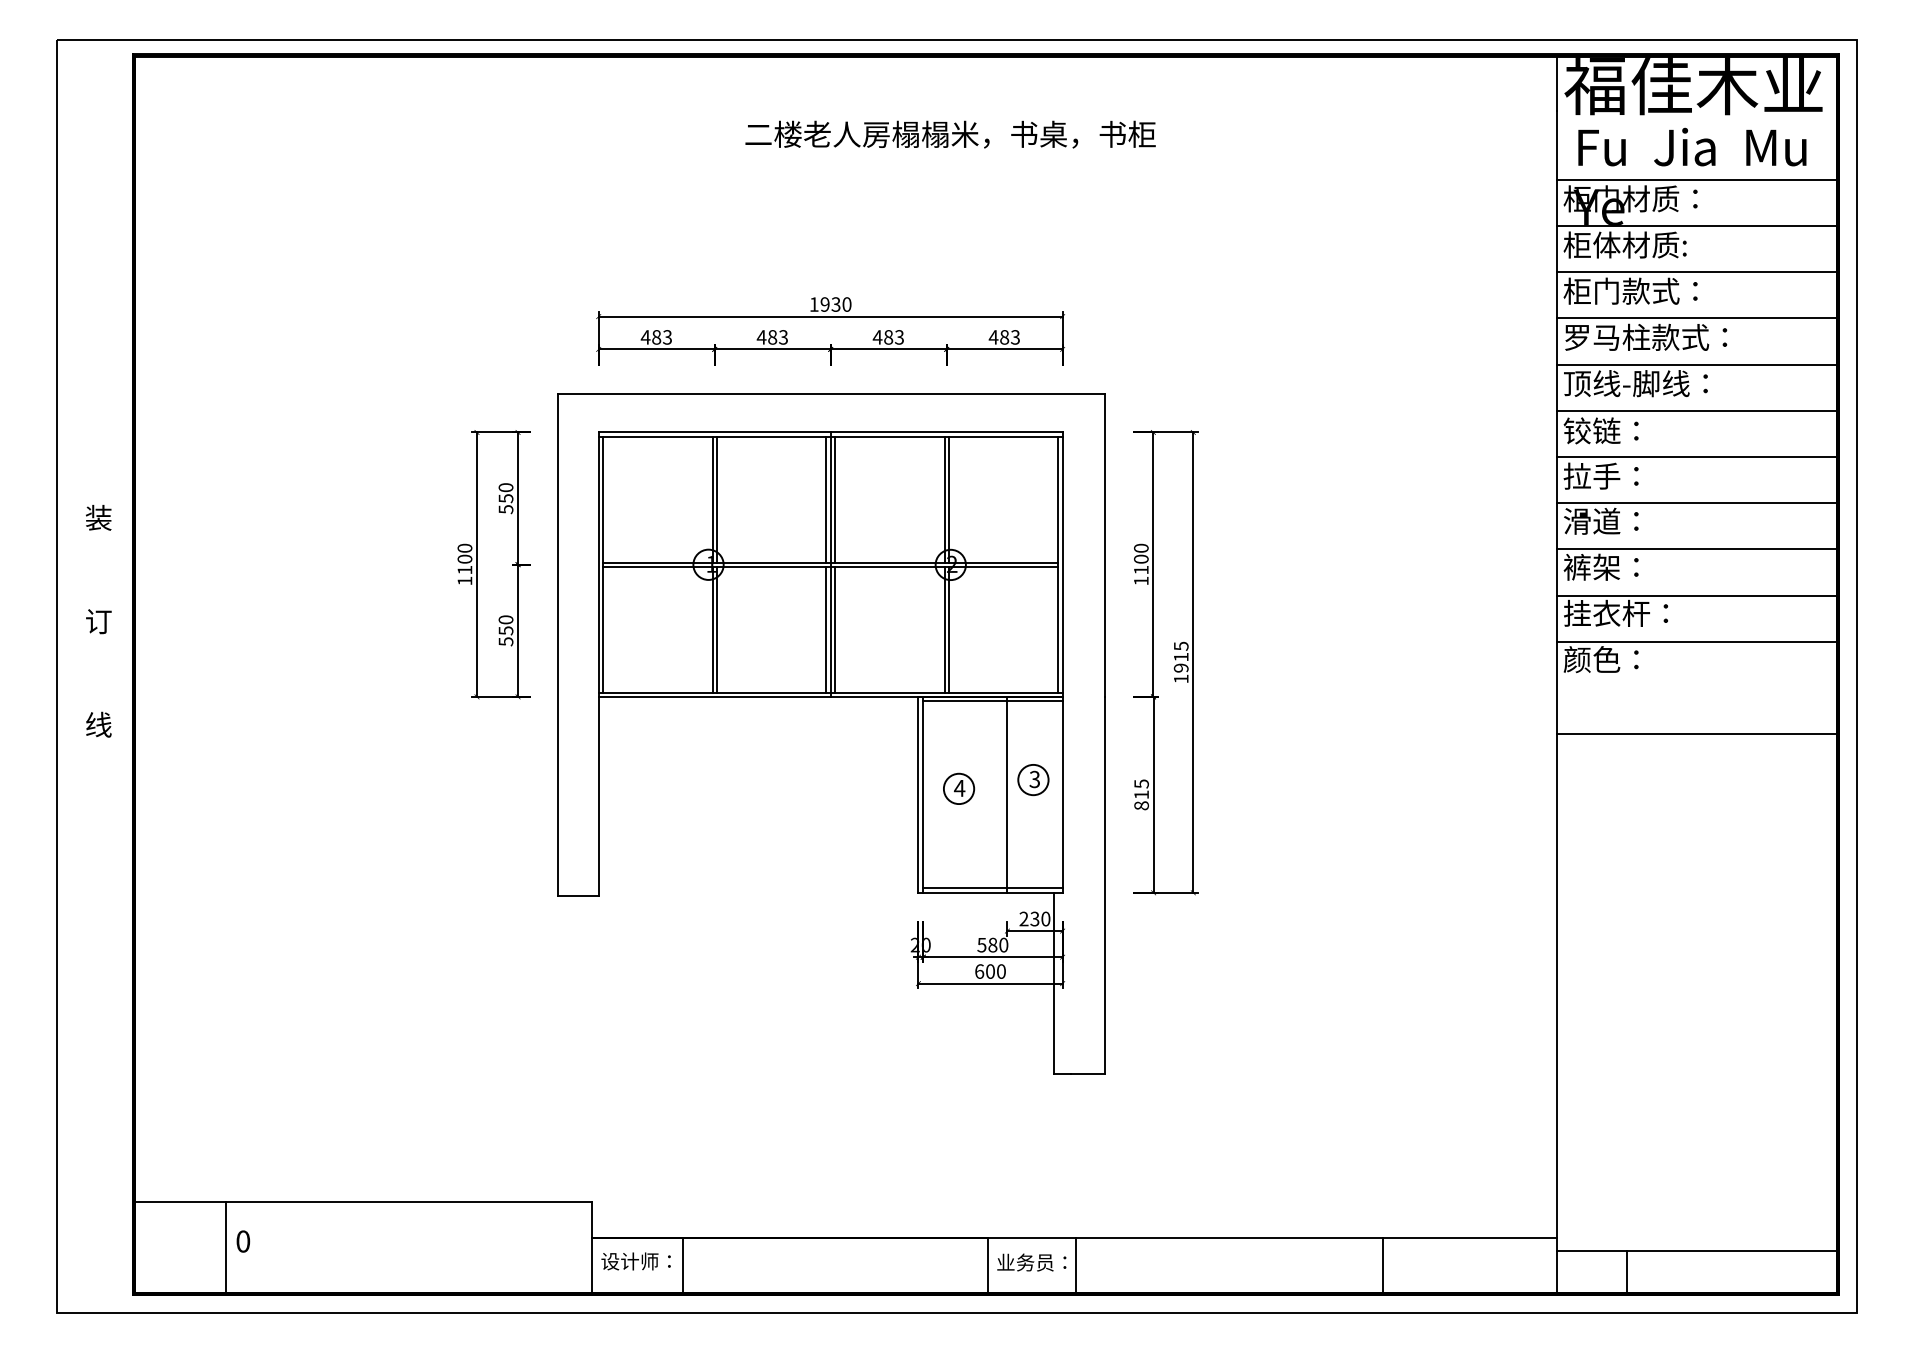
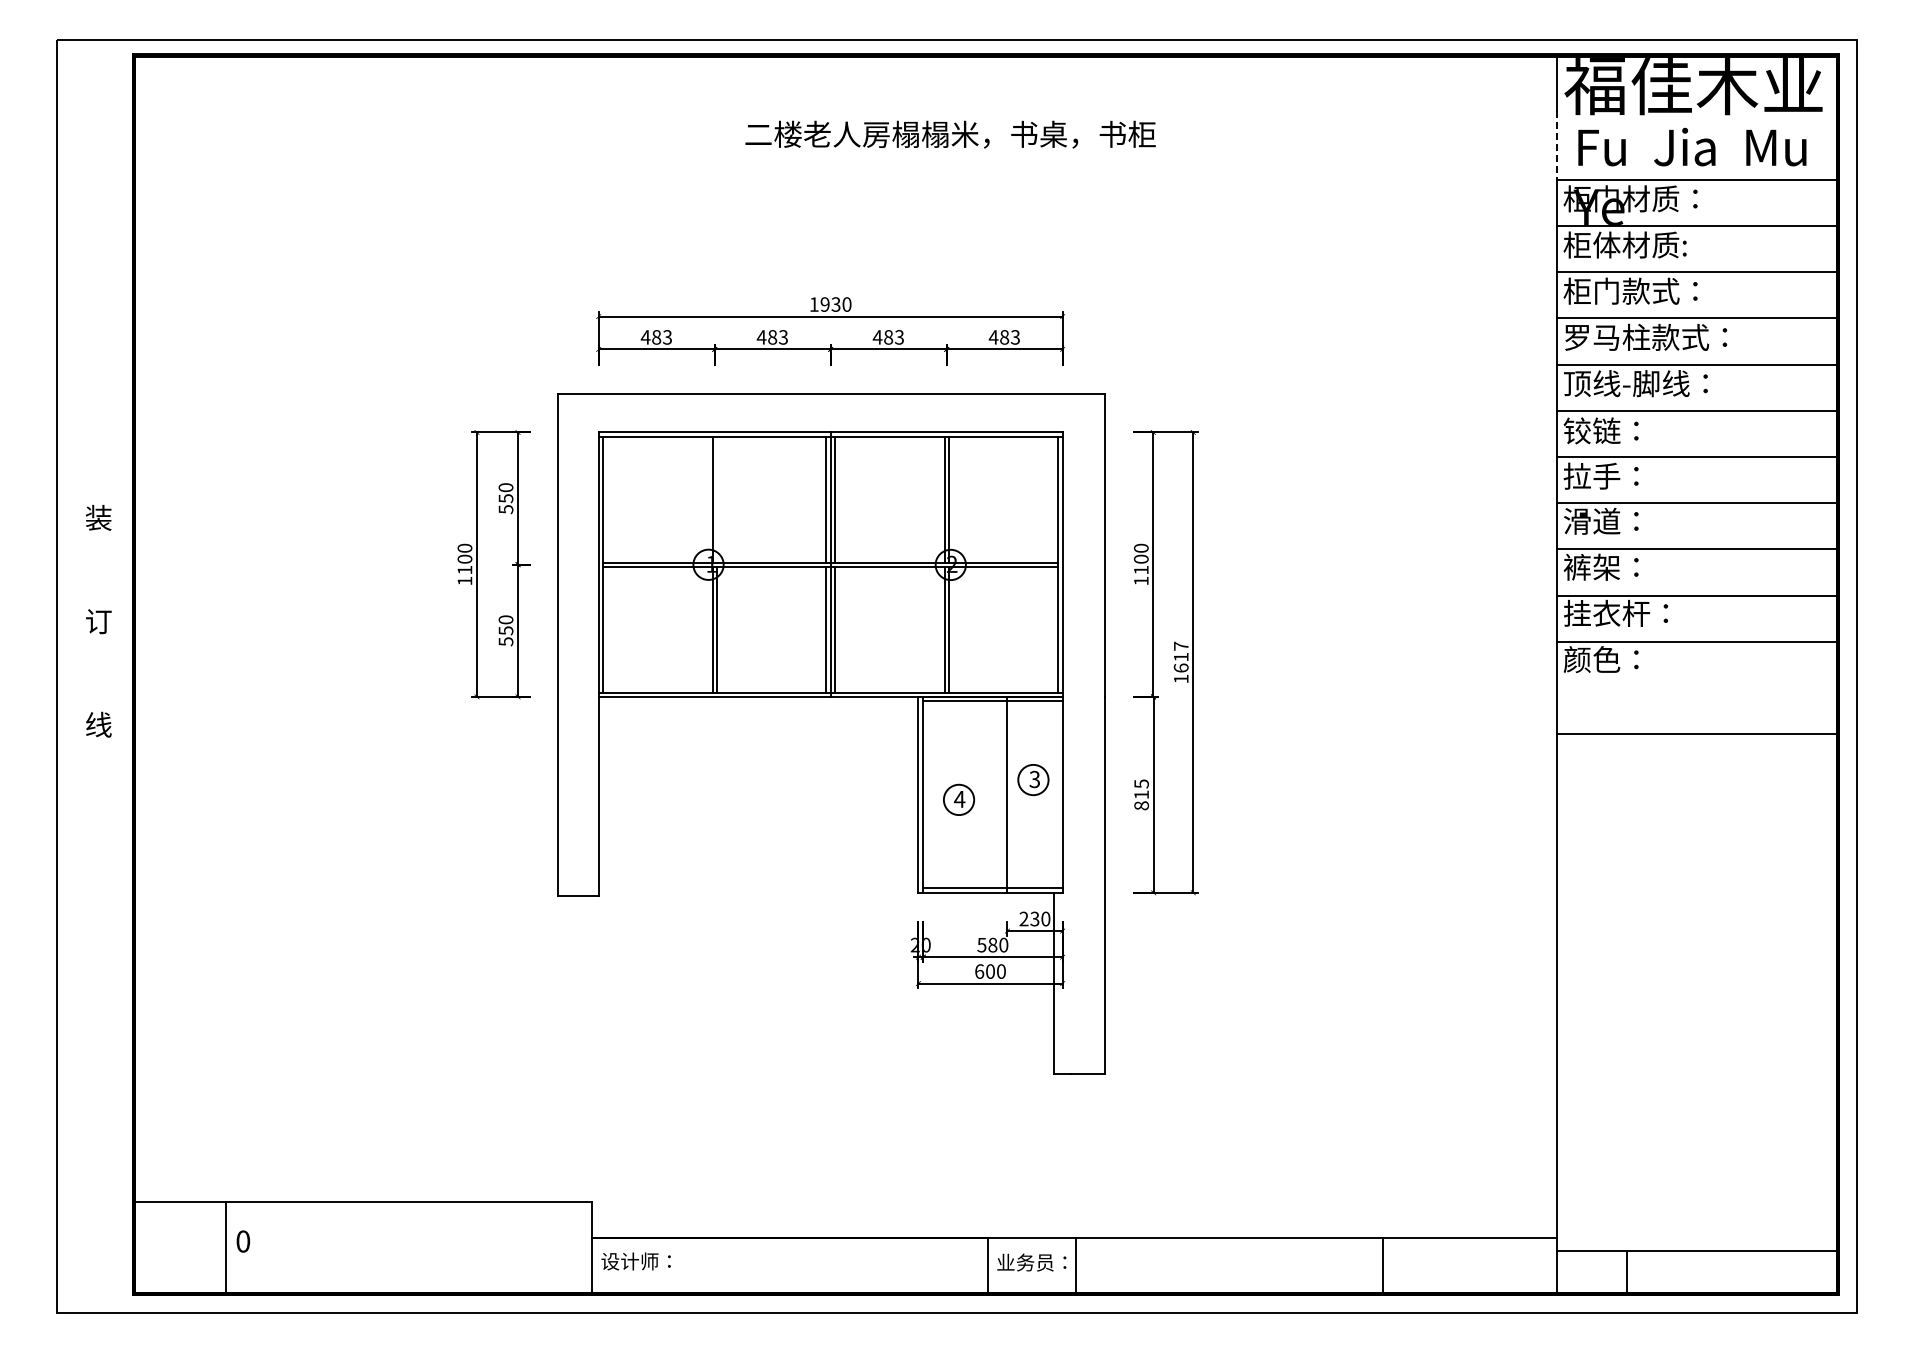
line at (1556, 145): solid -> dashed
line at (716, 499): present -> none
text at (1180, 656): 1915 -> 1617
part at (959, 788) position: (959, 788) -> (959, 799)
line at (682, 1266): present -> none
